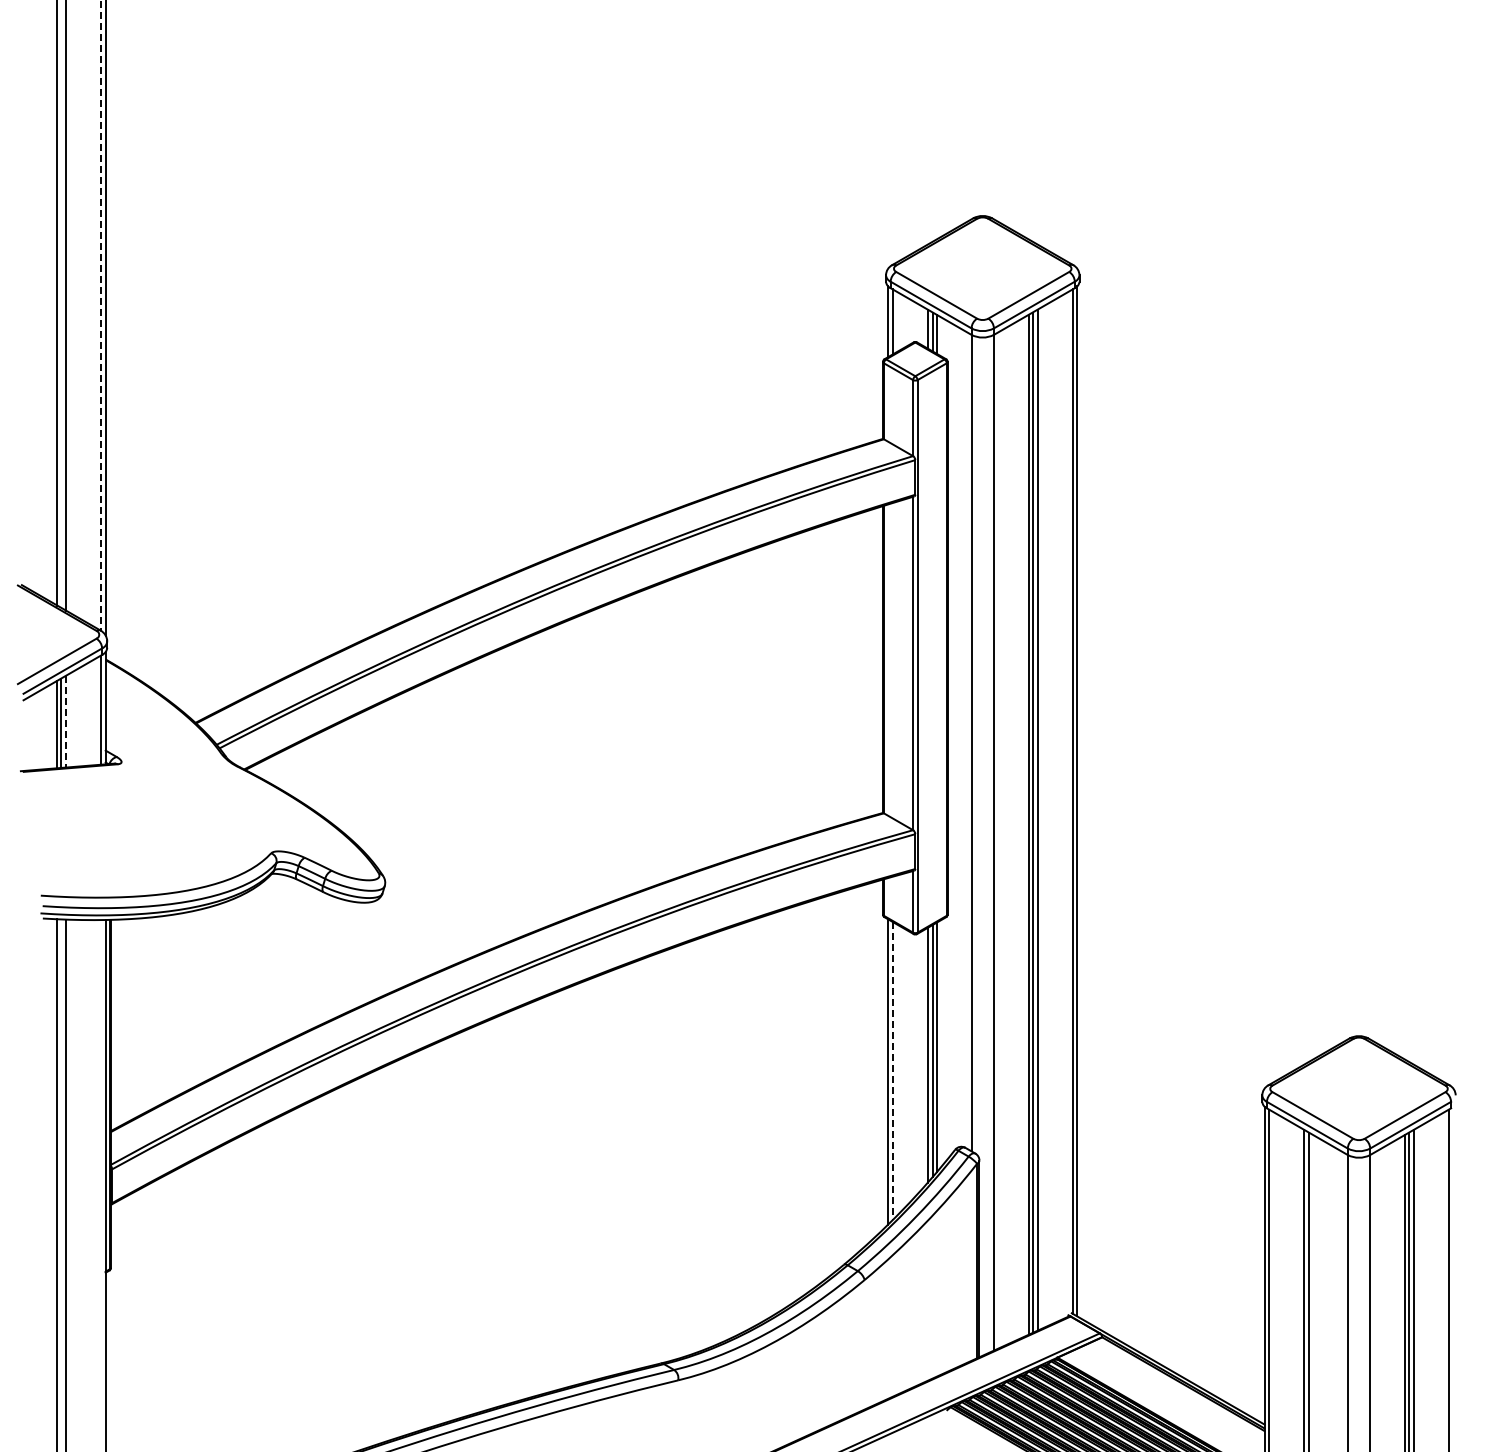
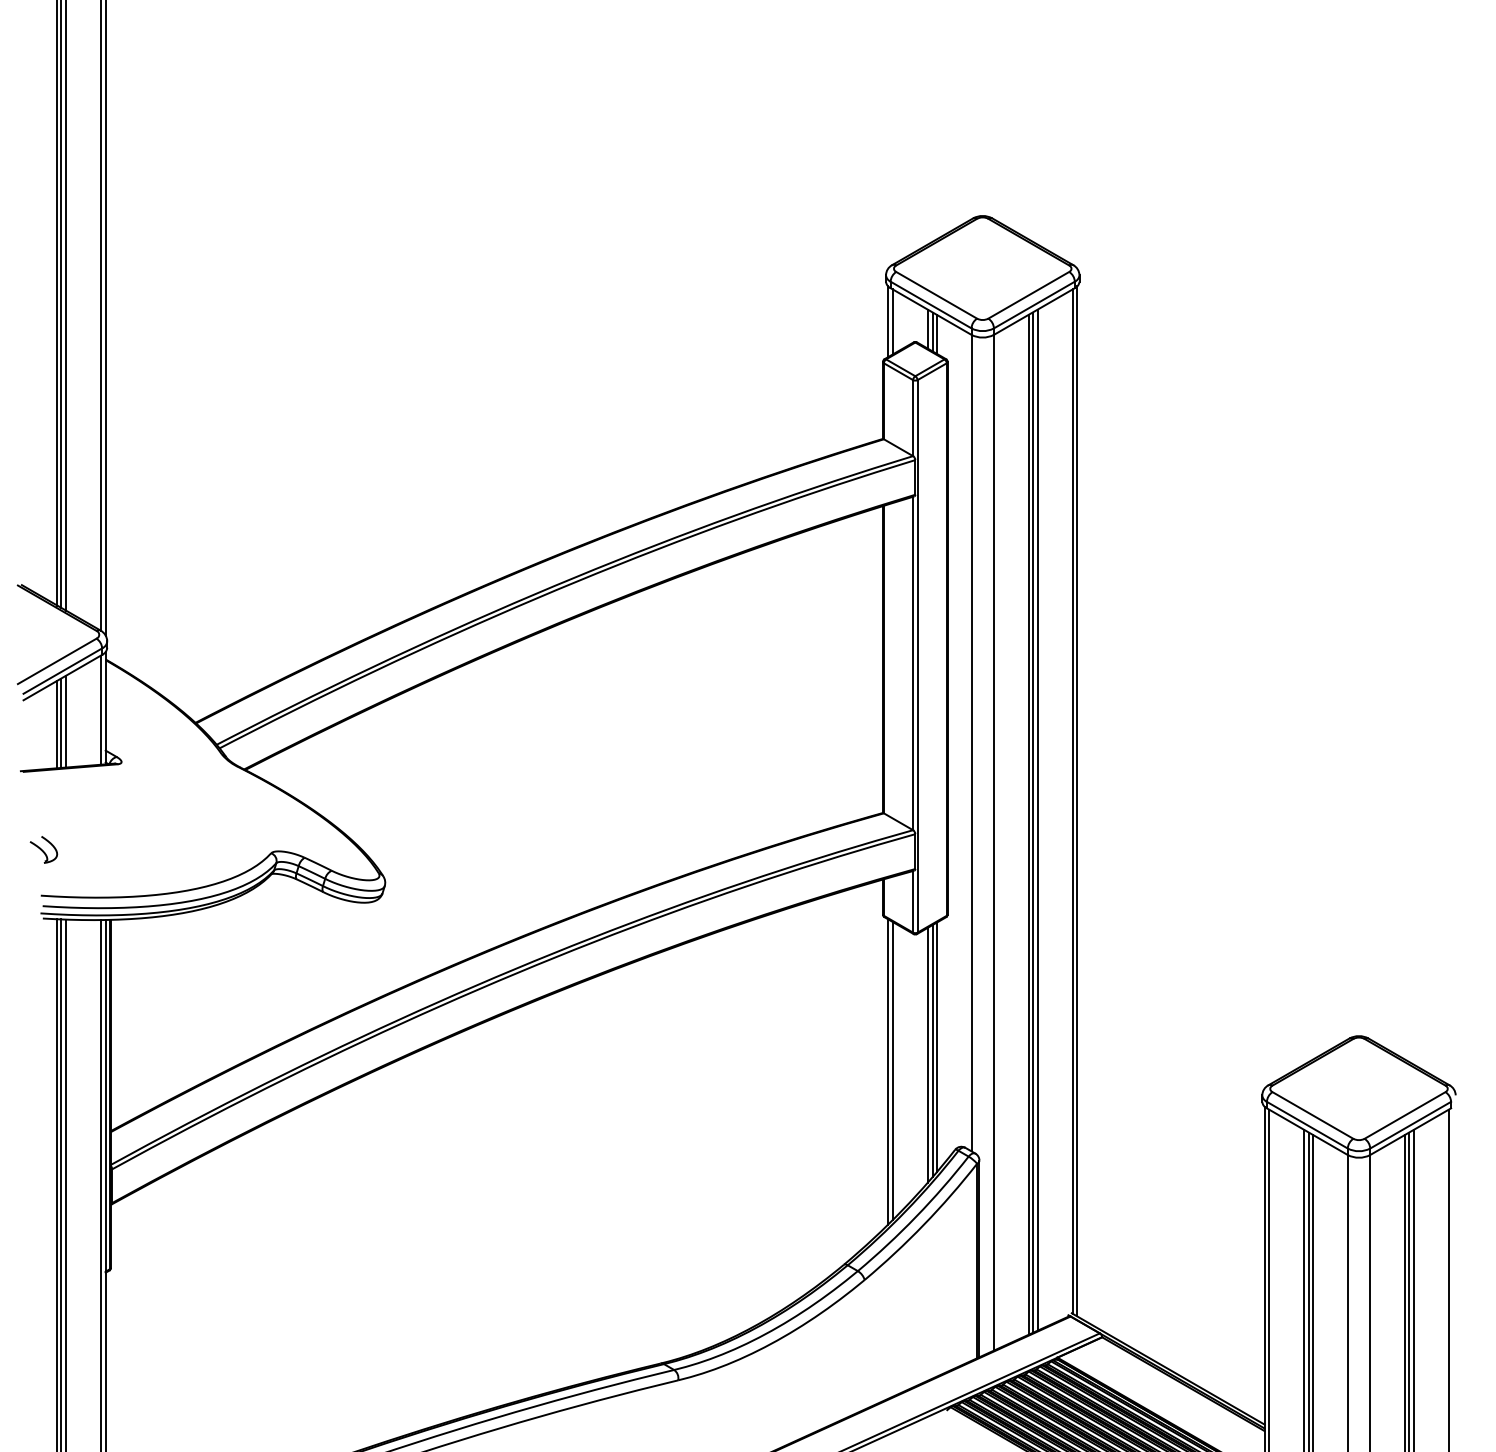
line at (61, 304): none -> present
line at (101, 315): dashed -> solid
line at (66, 721): dashed -> solid
part at (43, 849): none -> present
line at (892, 1070): dashed -> solid
line at (61, 1183): none -> present
line at (101, 1184): none -> present
line at (1312, 1291): none -> present
